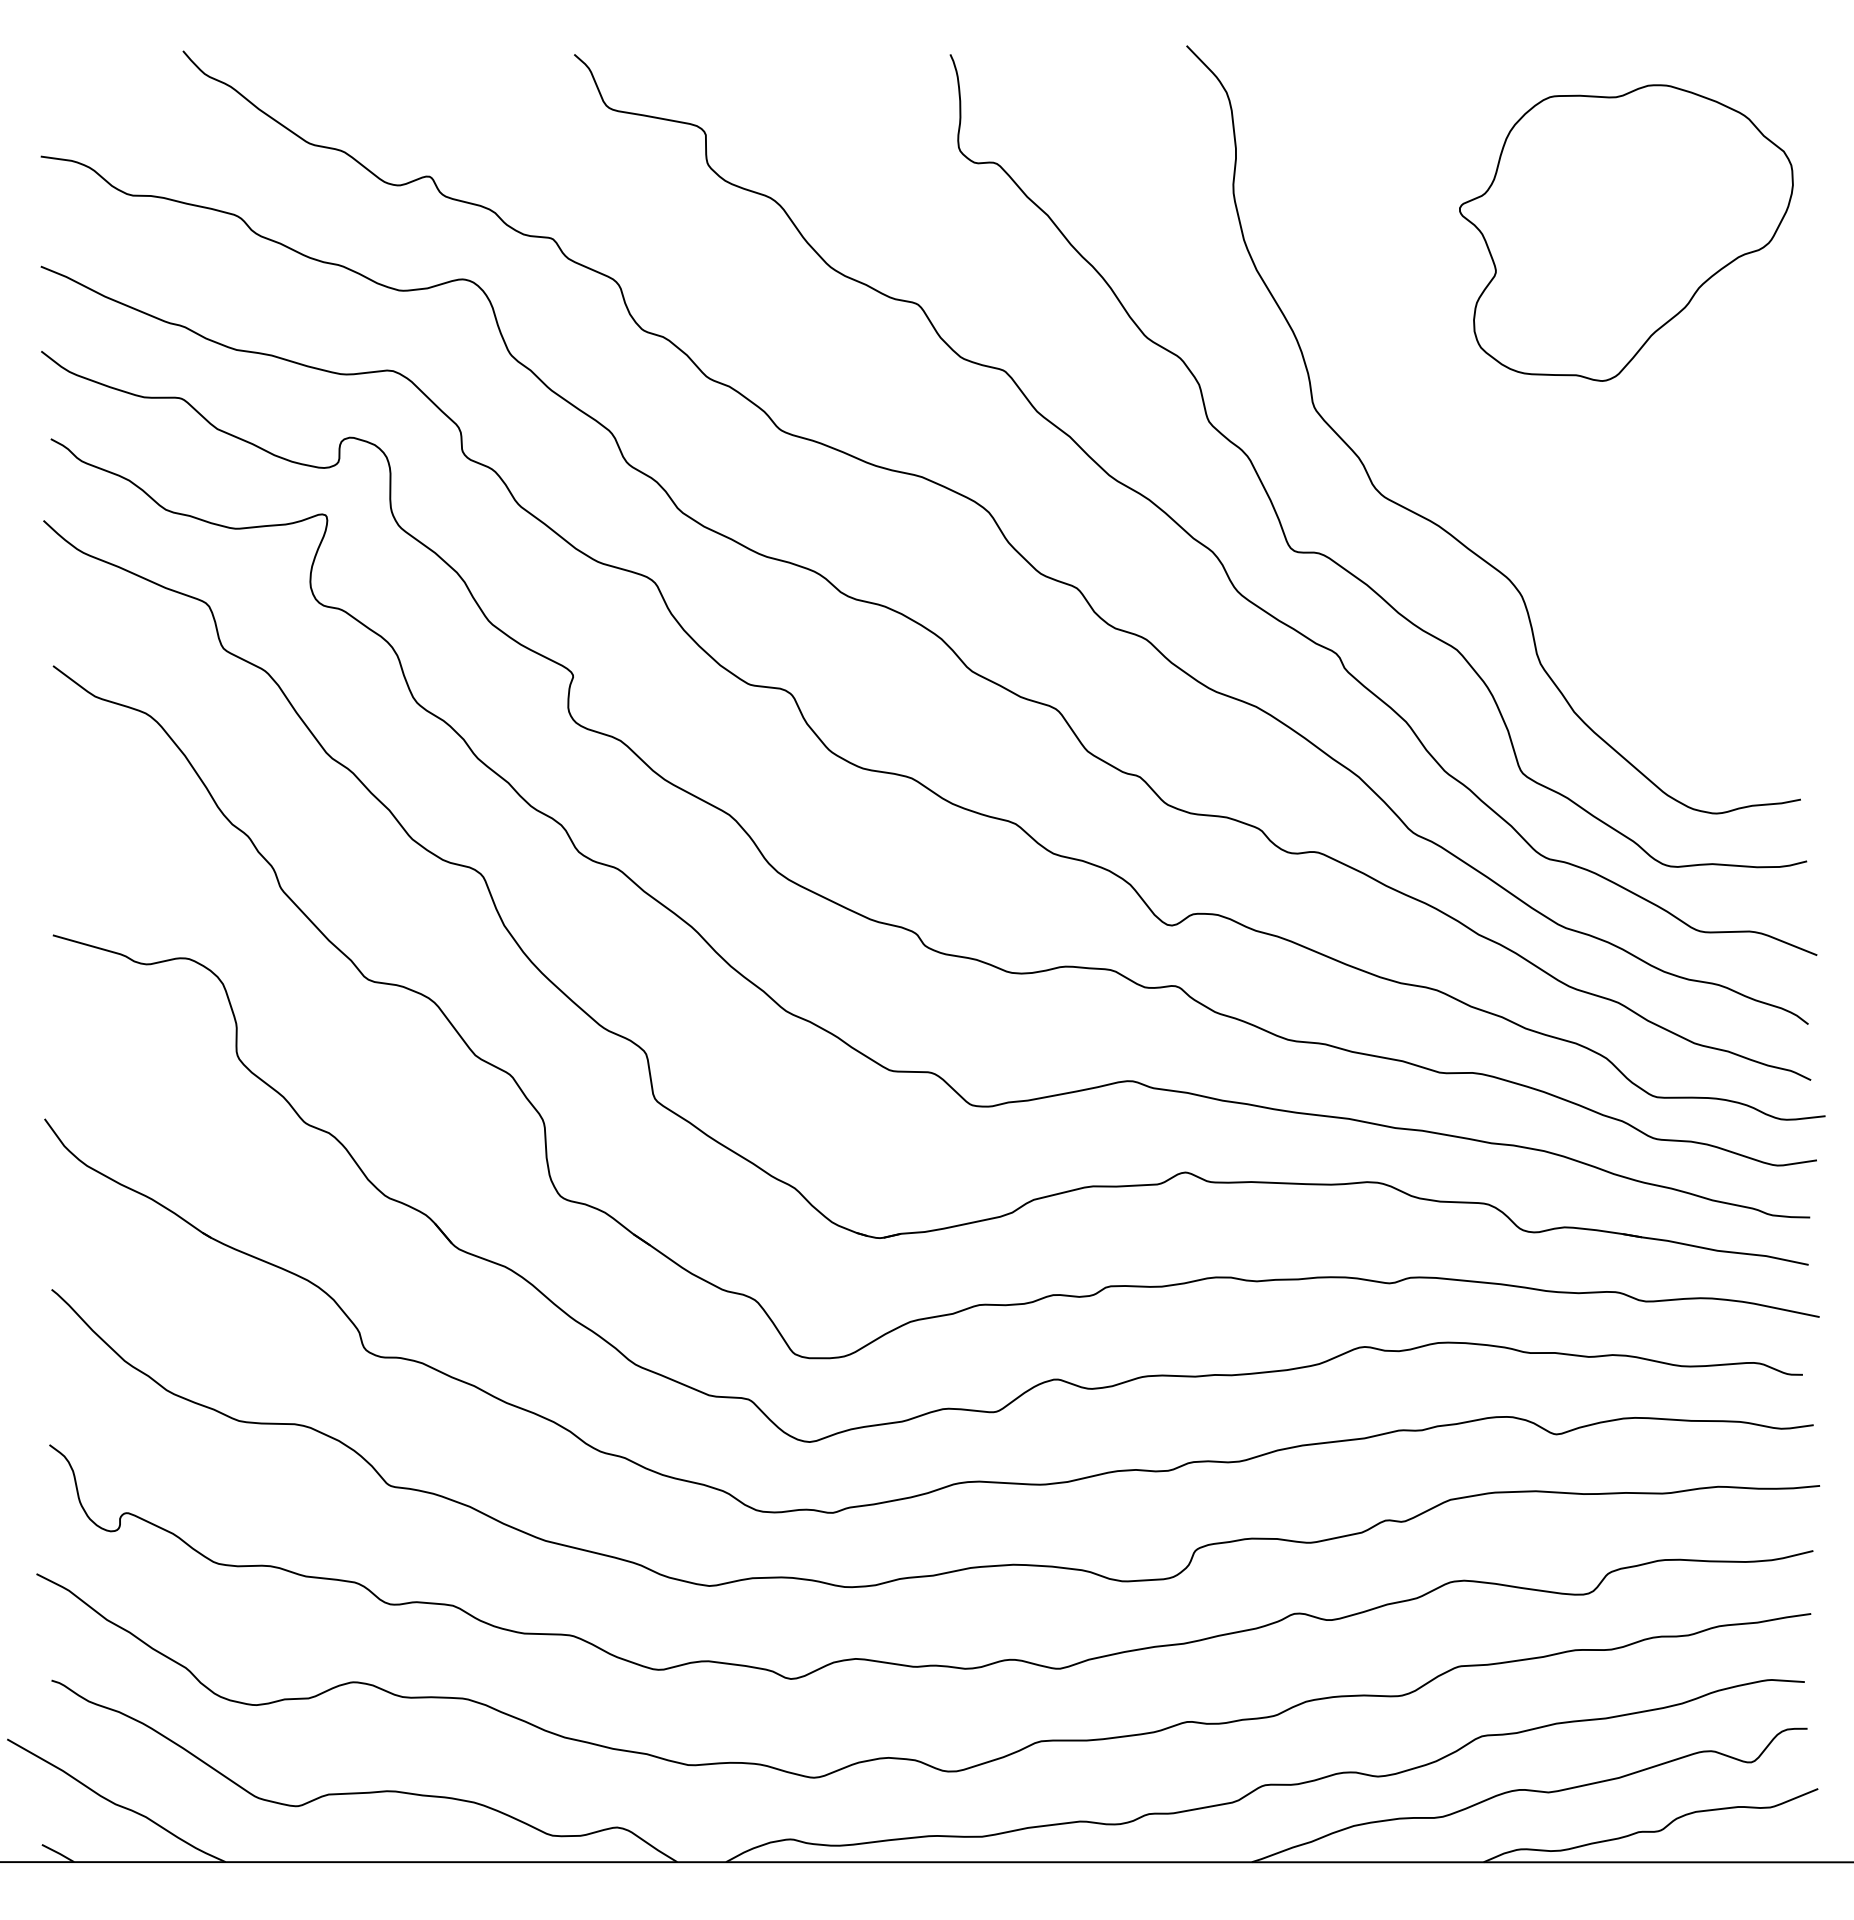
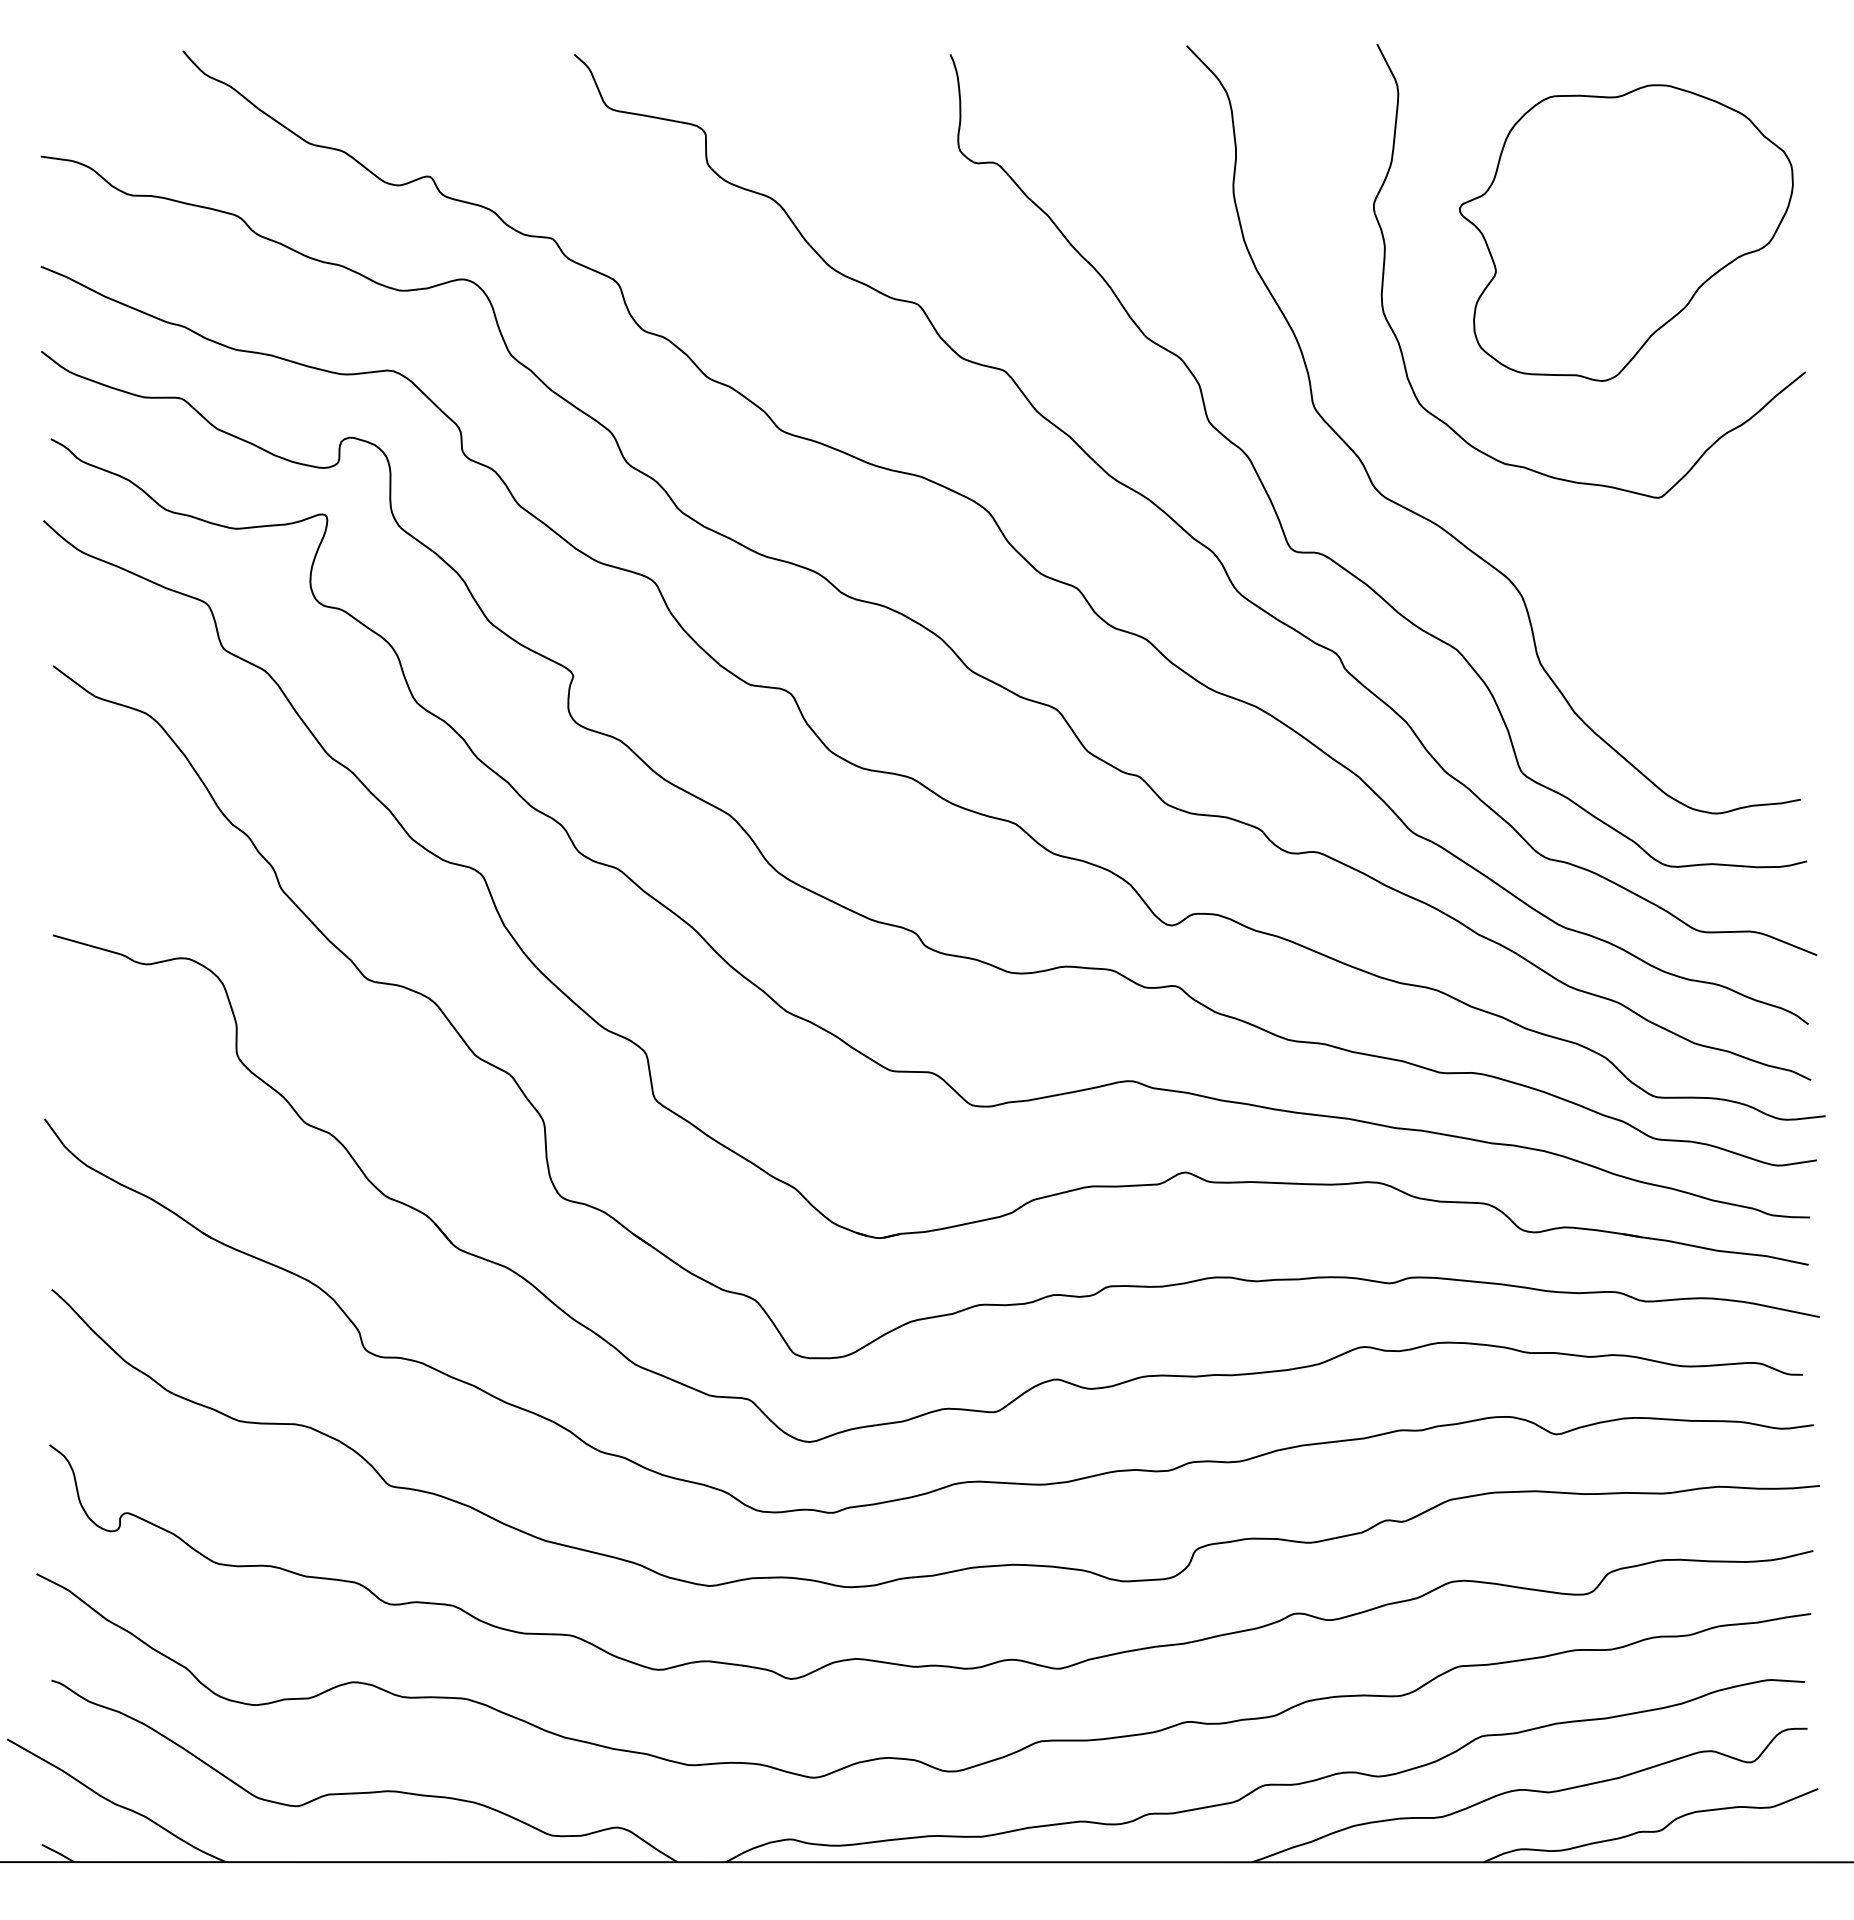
curve at (1400, 344): none -> present
